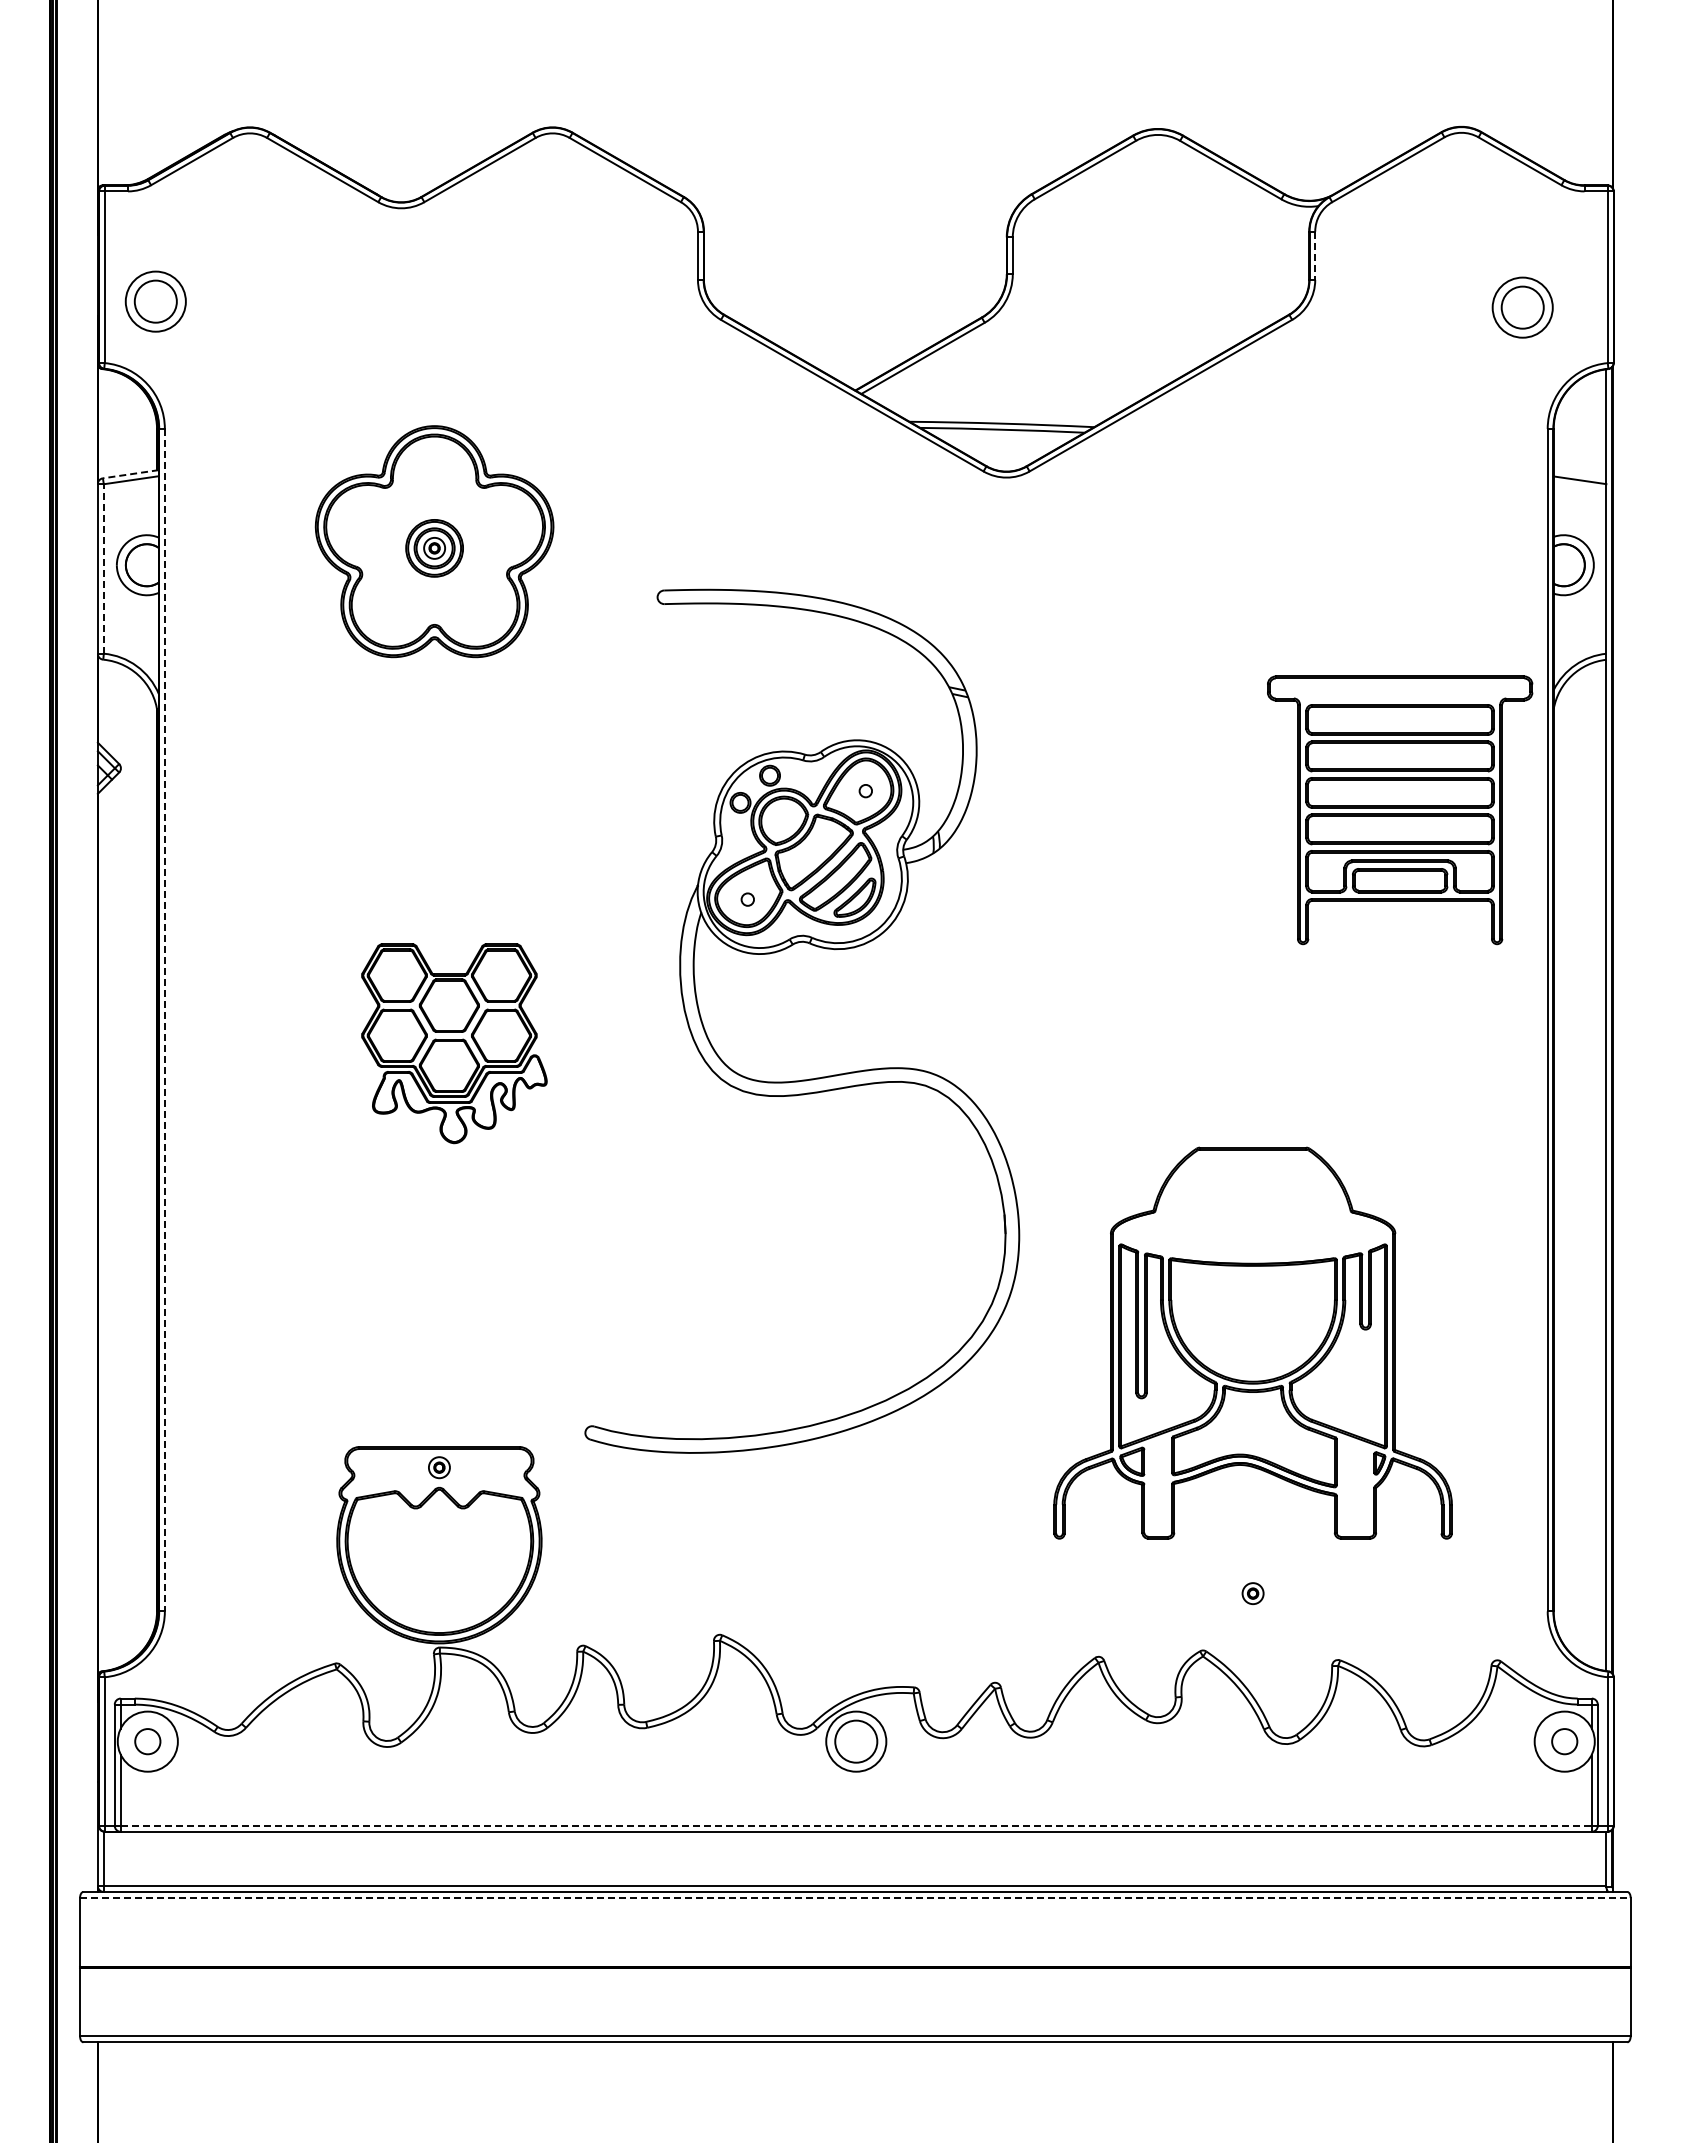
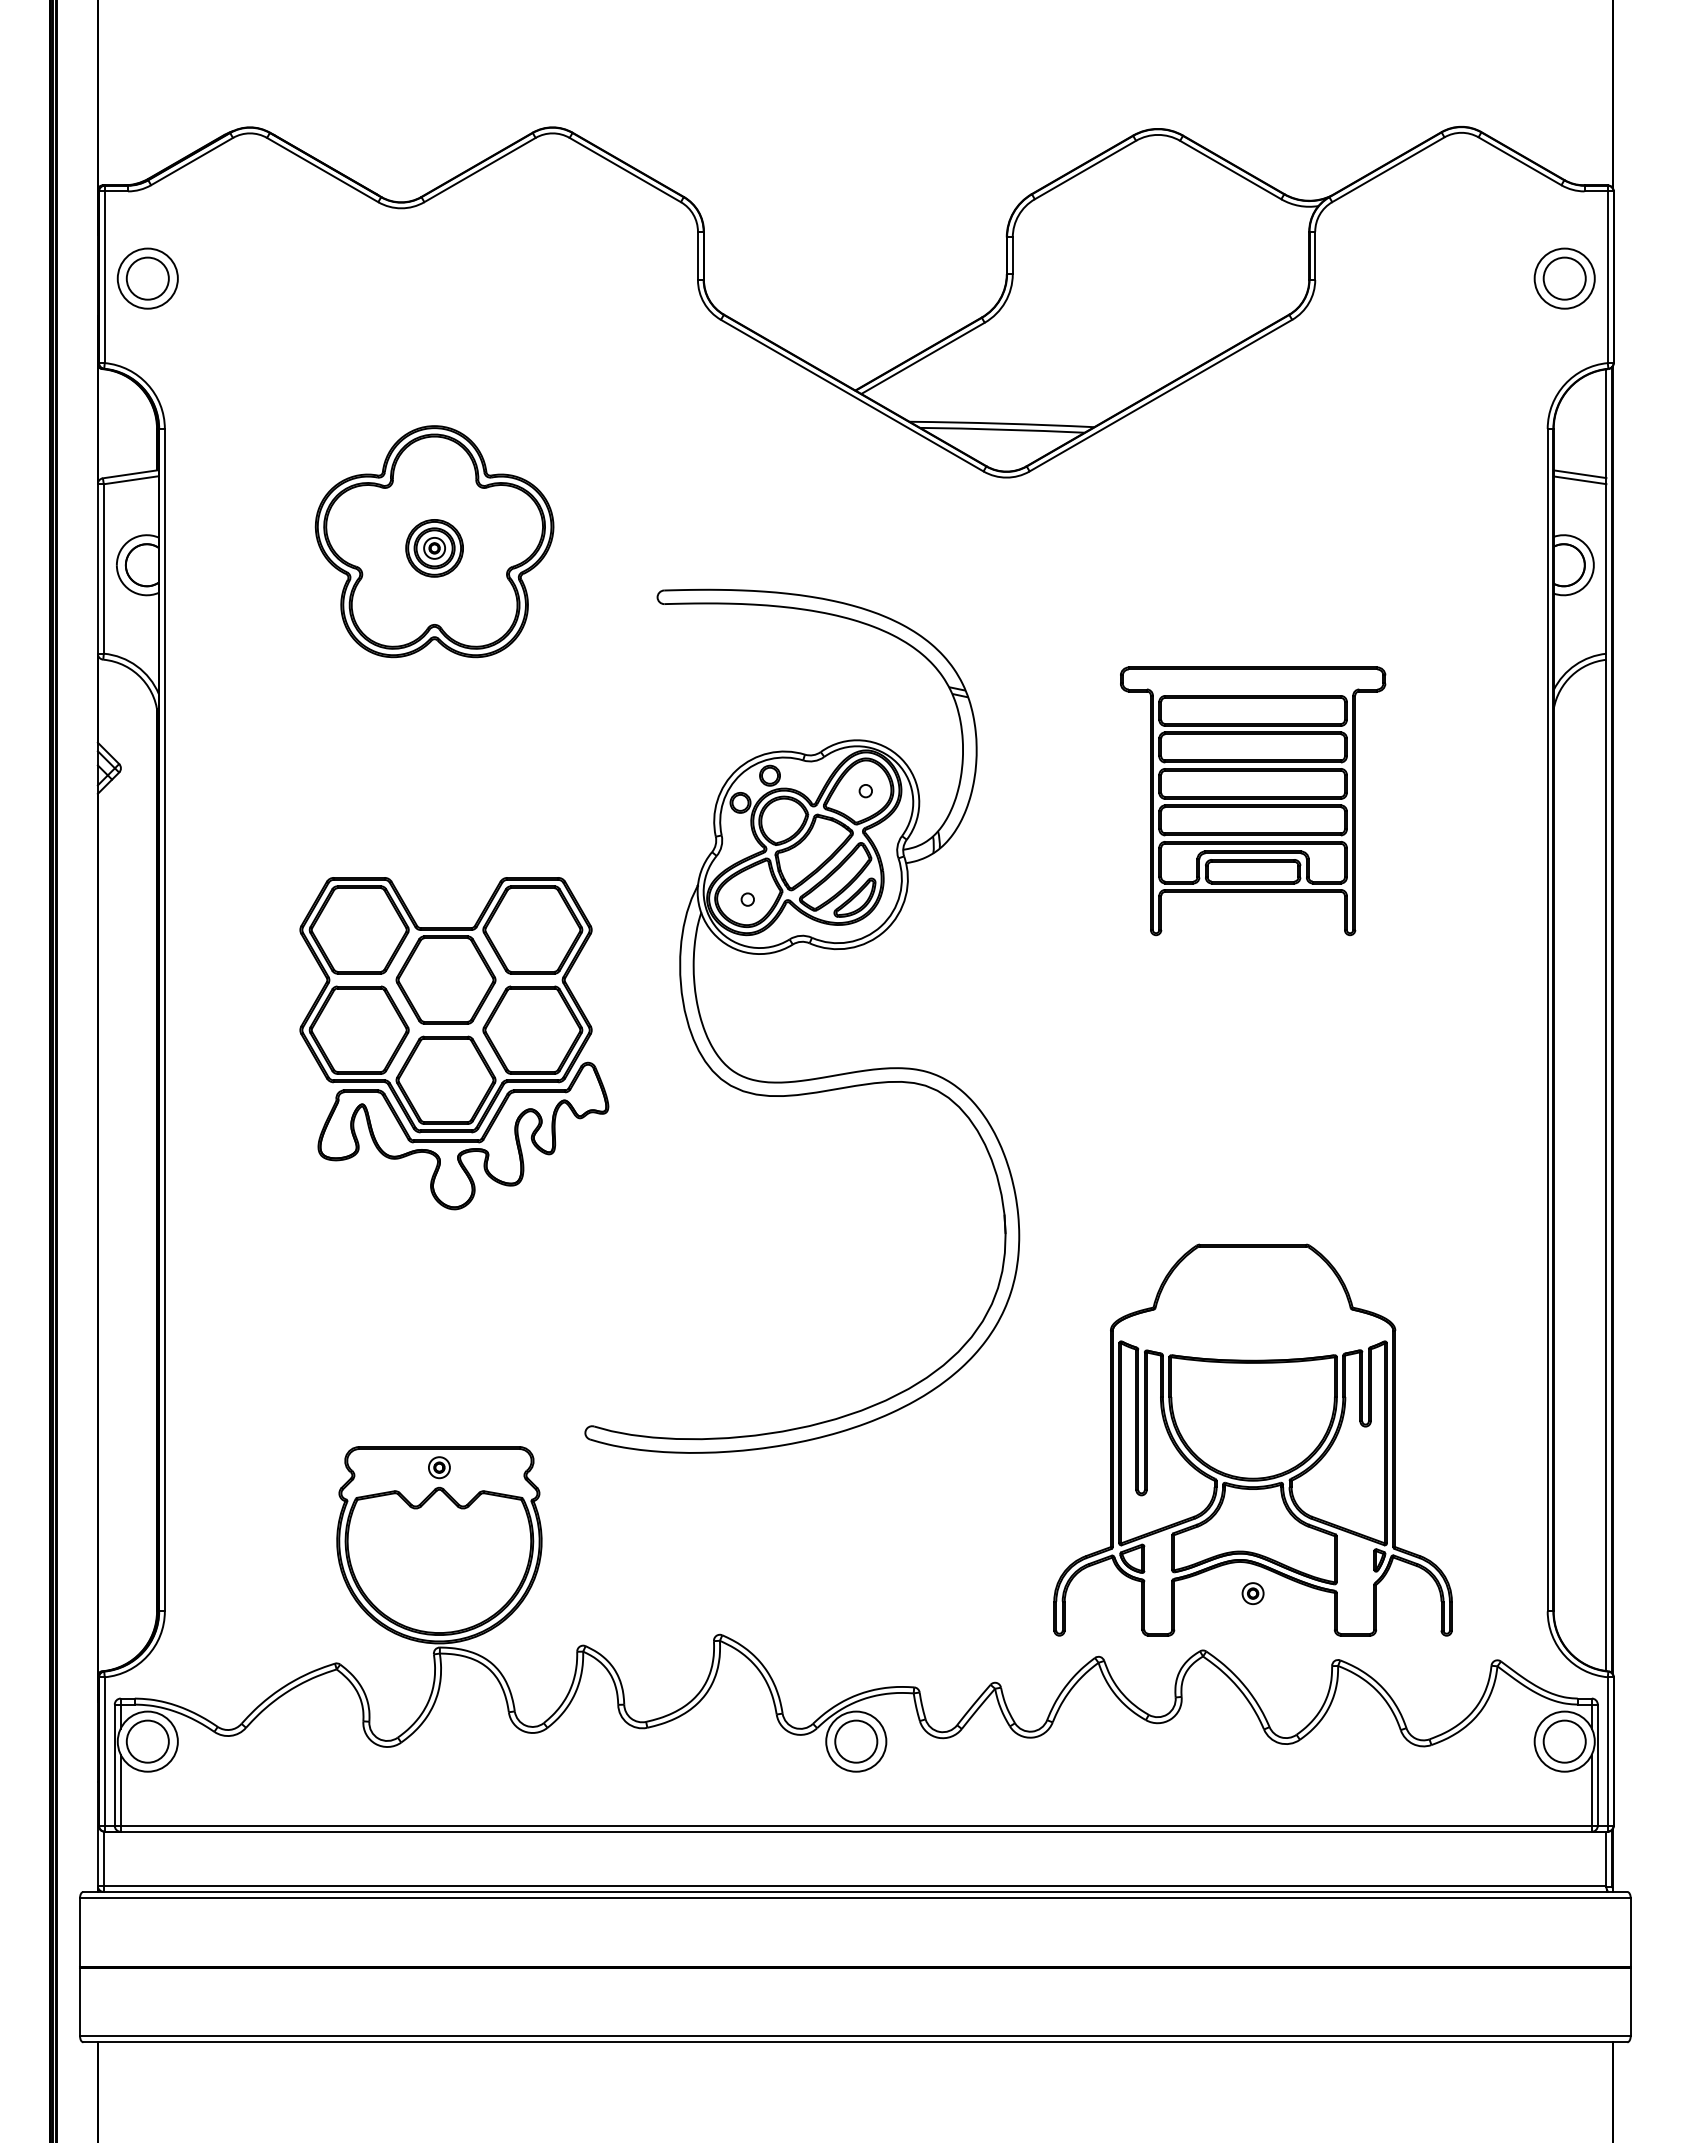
line at (1315, 256): dashed -> solid
part at (155, 301) position: (155, 301) -> (147, 278)
part at (1522, 307) position: (1522, 307) -> (1564, 278)
line at (130, 474): dashed -> solid
line at (1579, 474): none -> present
line at (103, 568): dashed -> solid
part at (1400, 810) position: (1400, 810) -> (1253, 801)
line at (164, 1020): dashed -> solid
part at (454, 1043) size: 187x202 px -> 311x334 px
part at (1252, 1342) position: (1252, 1342) -> (1252, 1439)
circle at (147, 1741) diameter: 25 px -> 42 px
circle at (1564, 1741) diameter: 25 px -> 42 px
line at (856, 1825): dashed -> solid
line at (855, 1897): dashed -> solid
